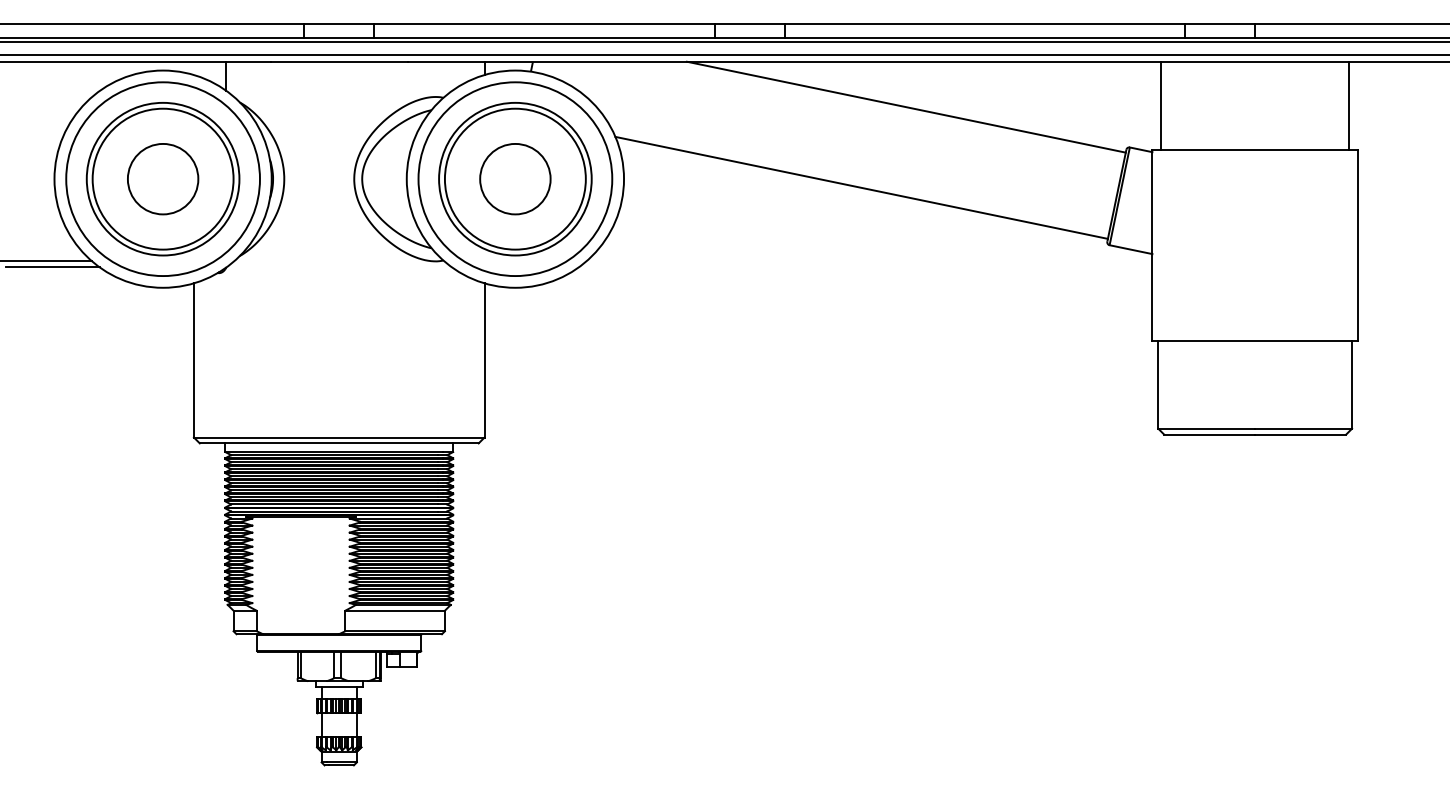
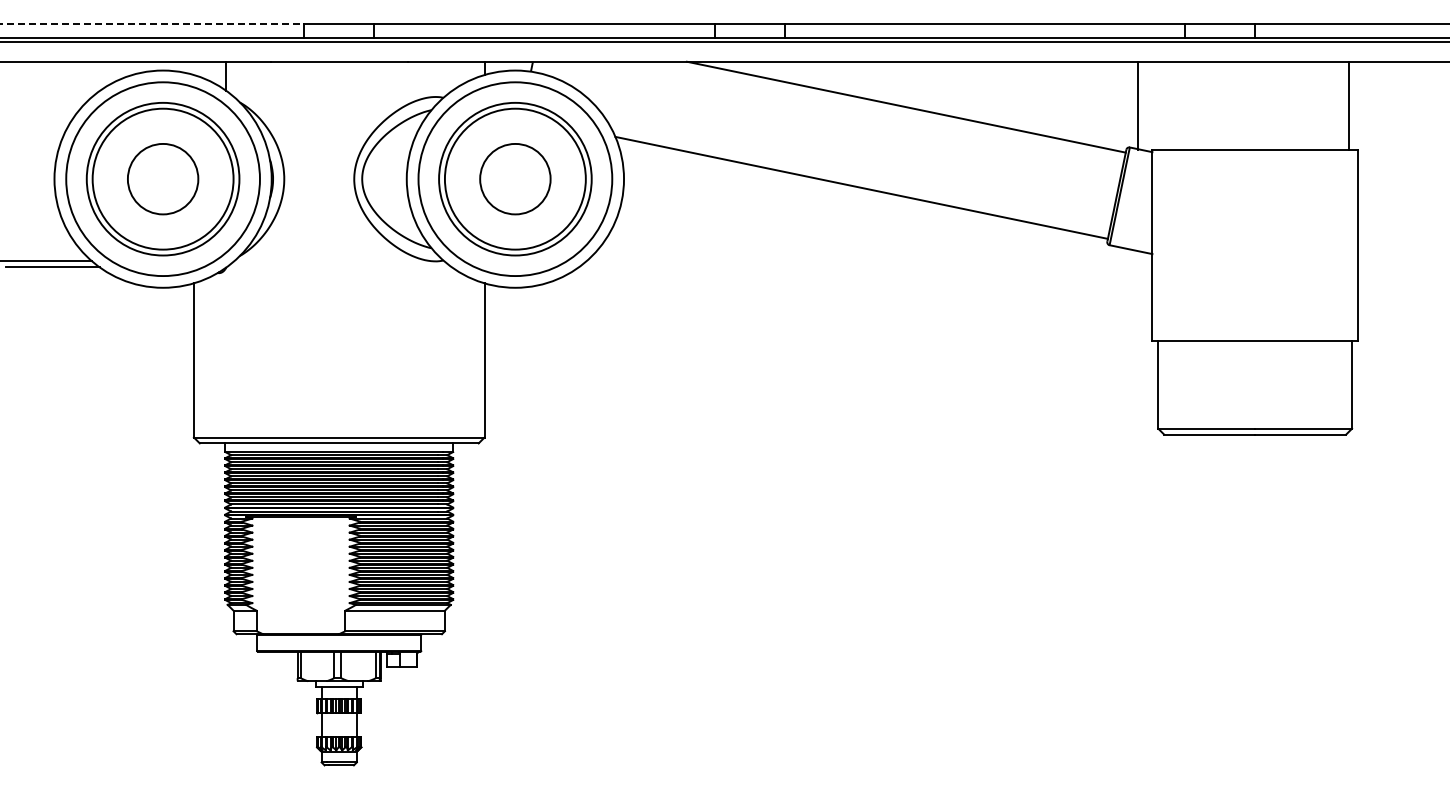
line at (152, 23): solid -> dashed
line at (724, 54): present -> none
line at (1161, 105) position: (1161, 105) -> (1138, 105)
